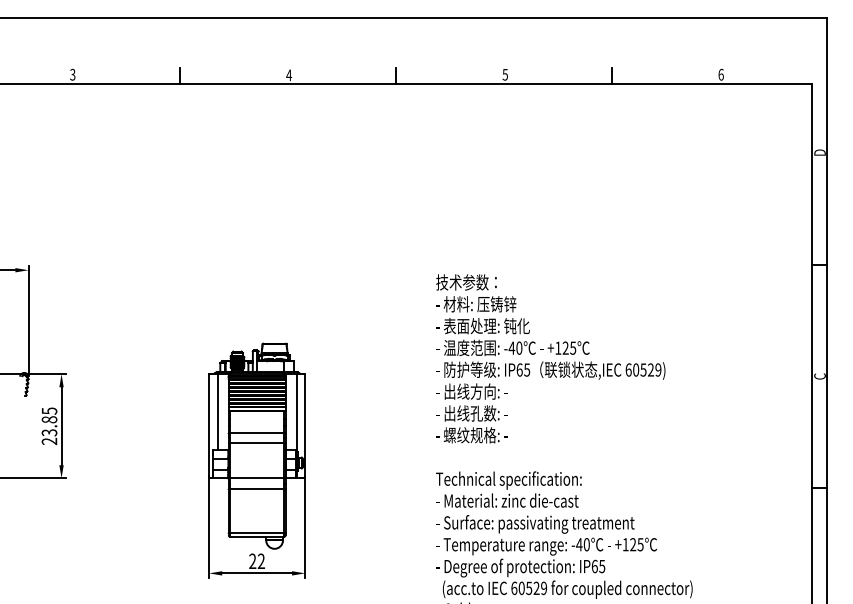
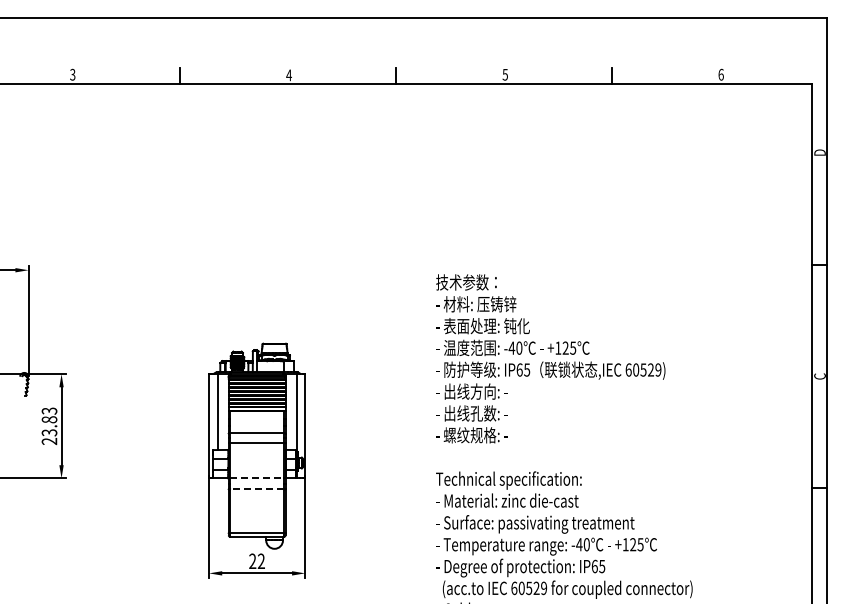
text at (48, 410): 23.85 -> 23.83
line at (257, 478): solid -> dashed
line at (256, 489): solid -> dashed
